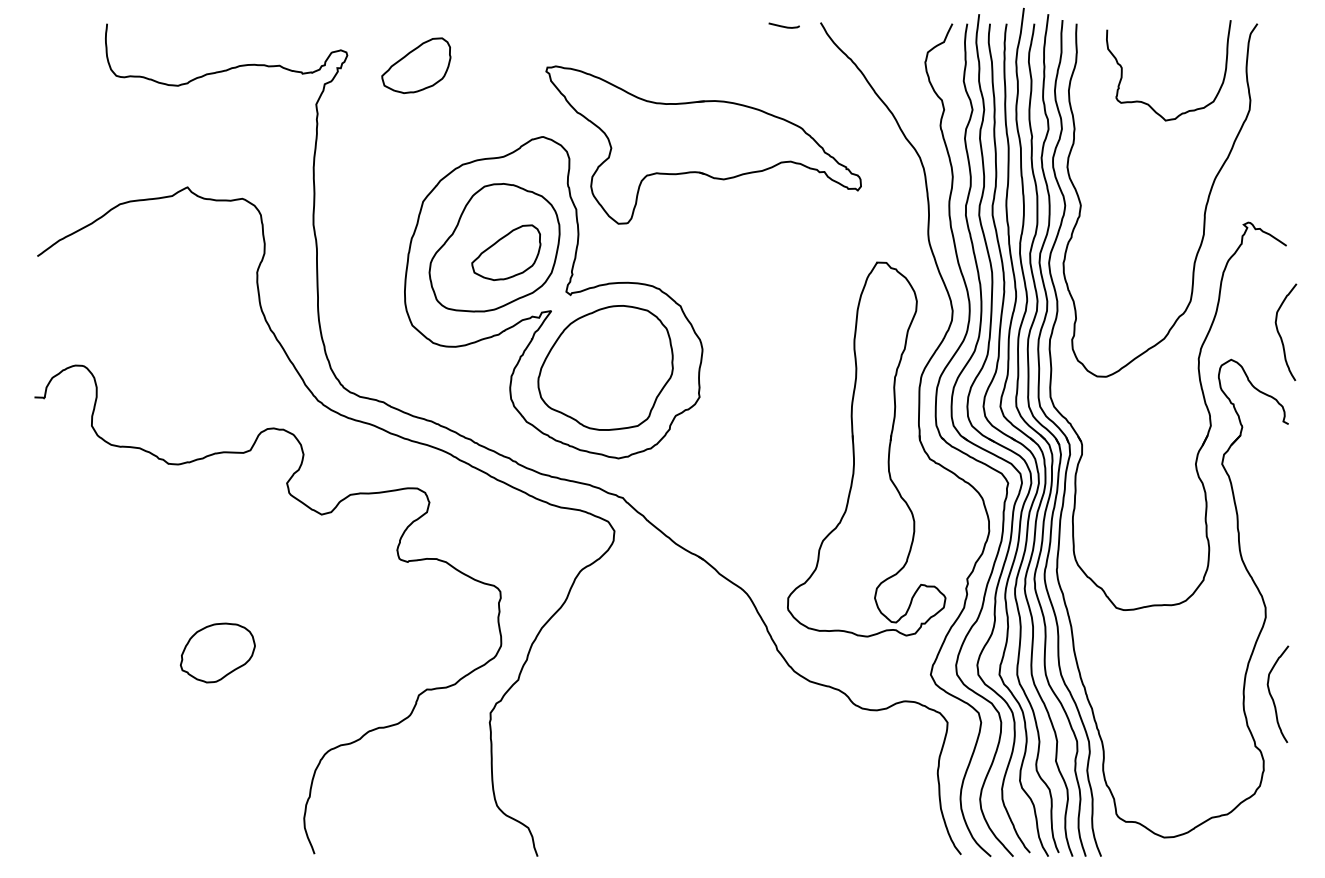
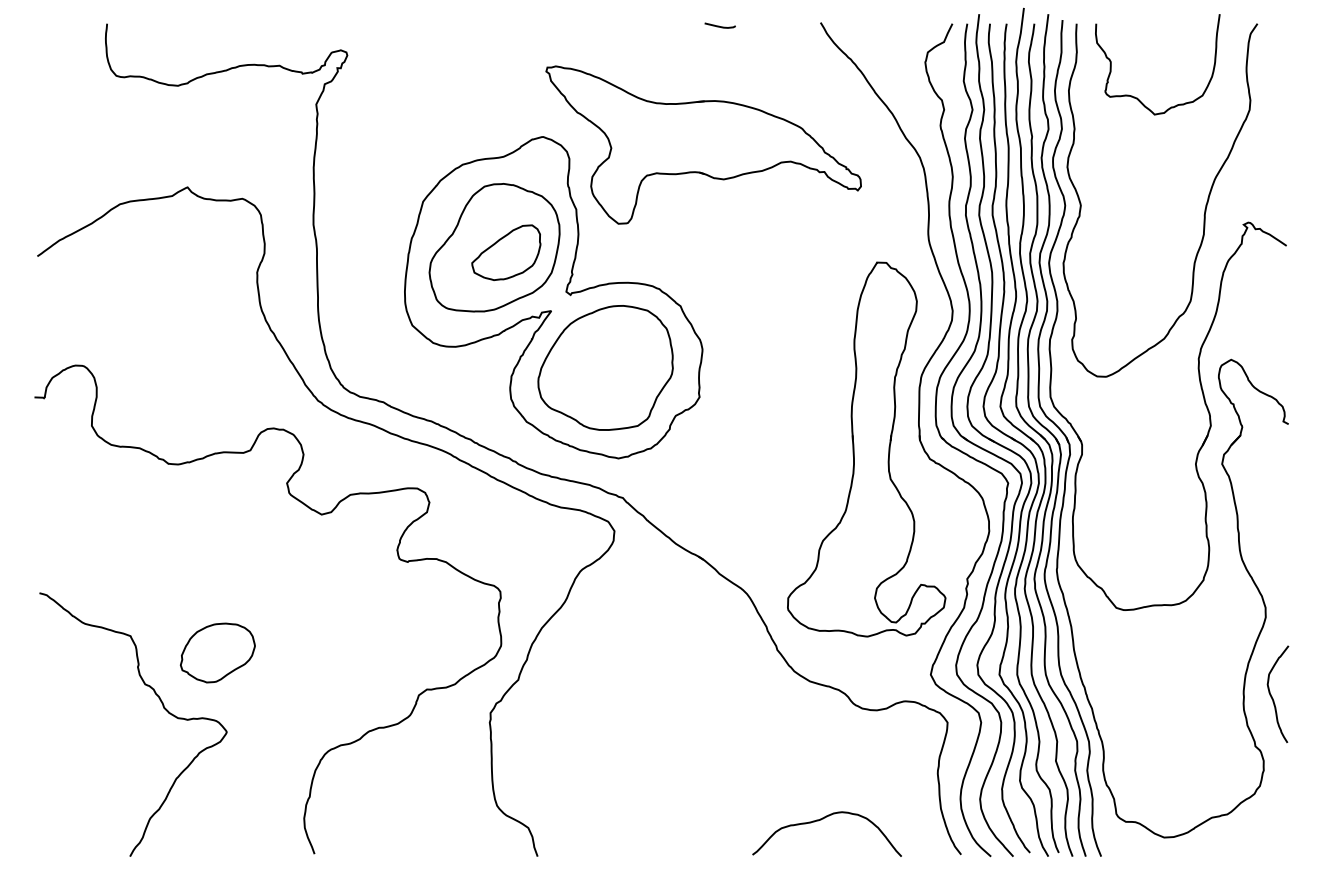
curve at (783, 25) position: (783, 25) -> (719, 25)
part at (416, 65): present -> none
curve at (1148, 103) position: (1148, 103) -> (1137, 97)
curve at (1280, 334): present -> none
curve at (163, 708): none -> present
curve at (821, 820): none -> present
